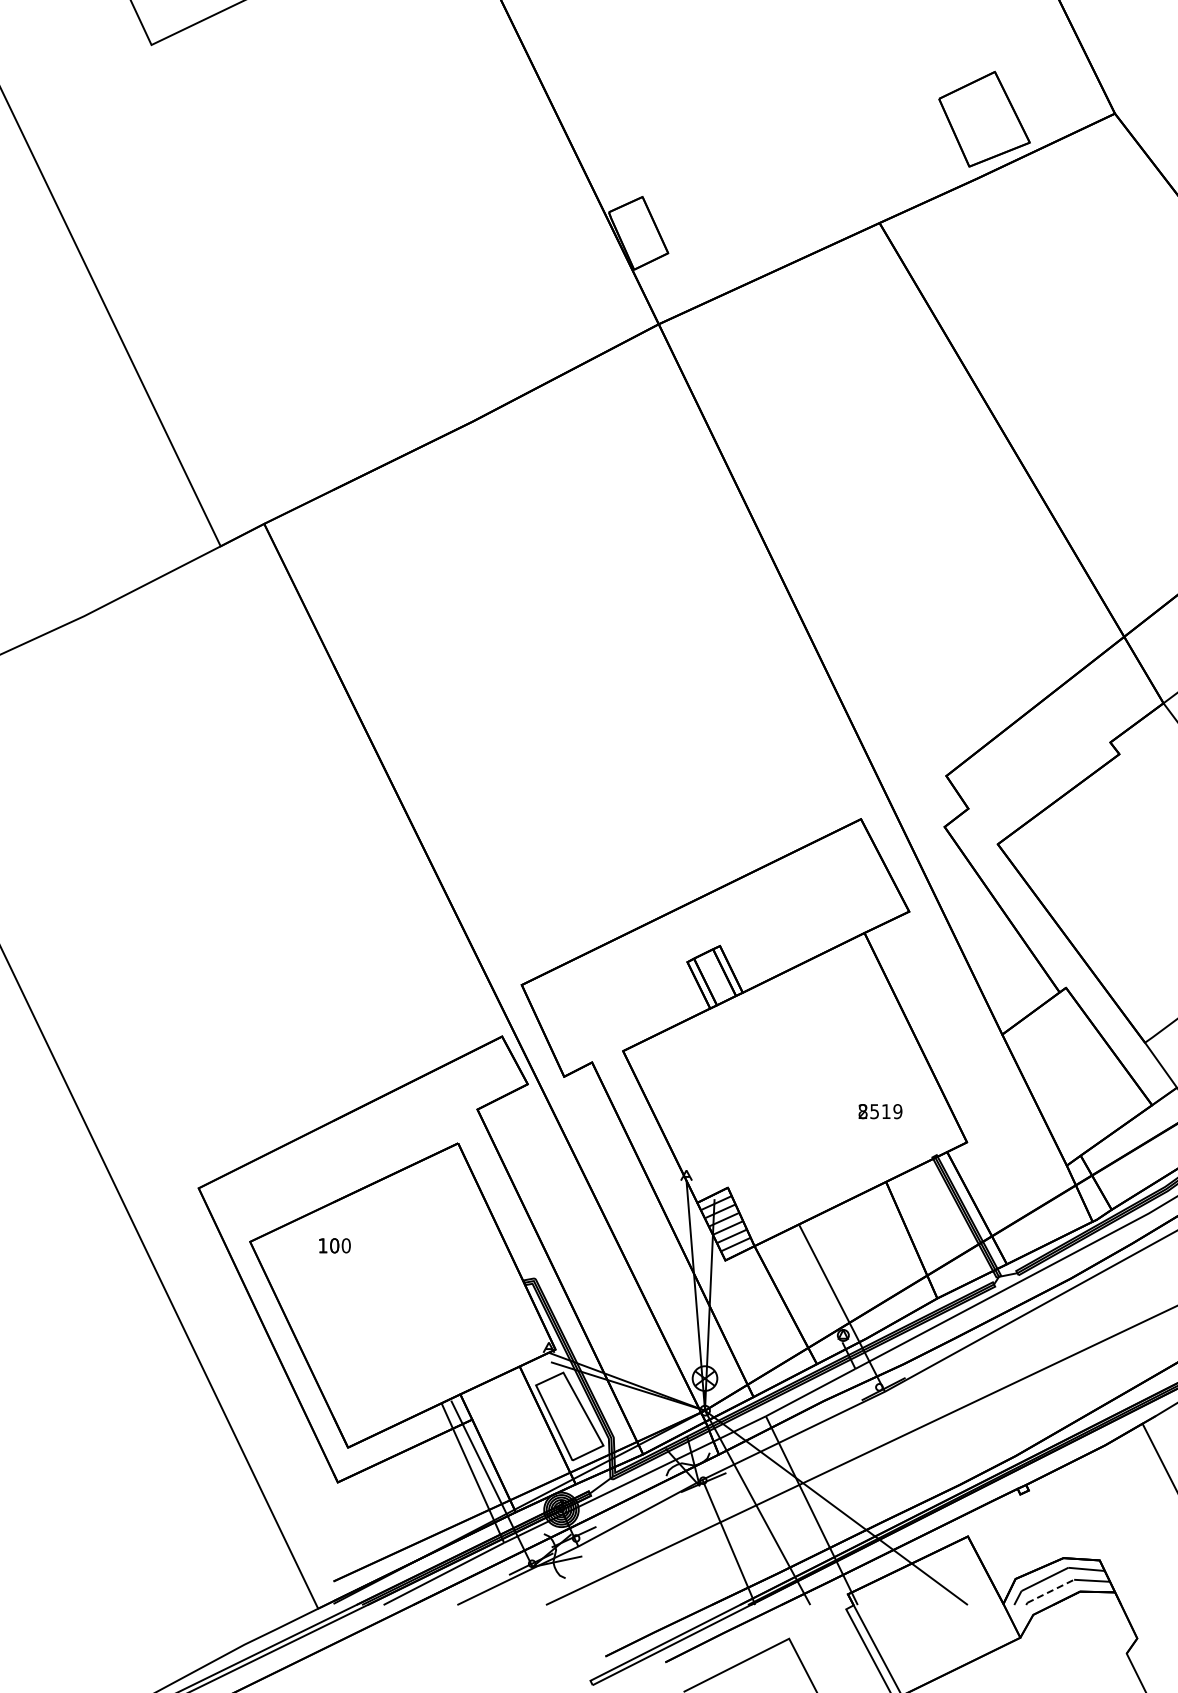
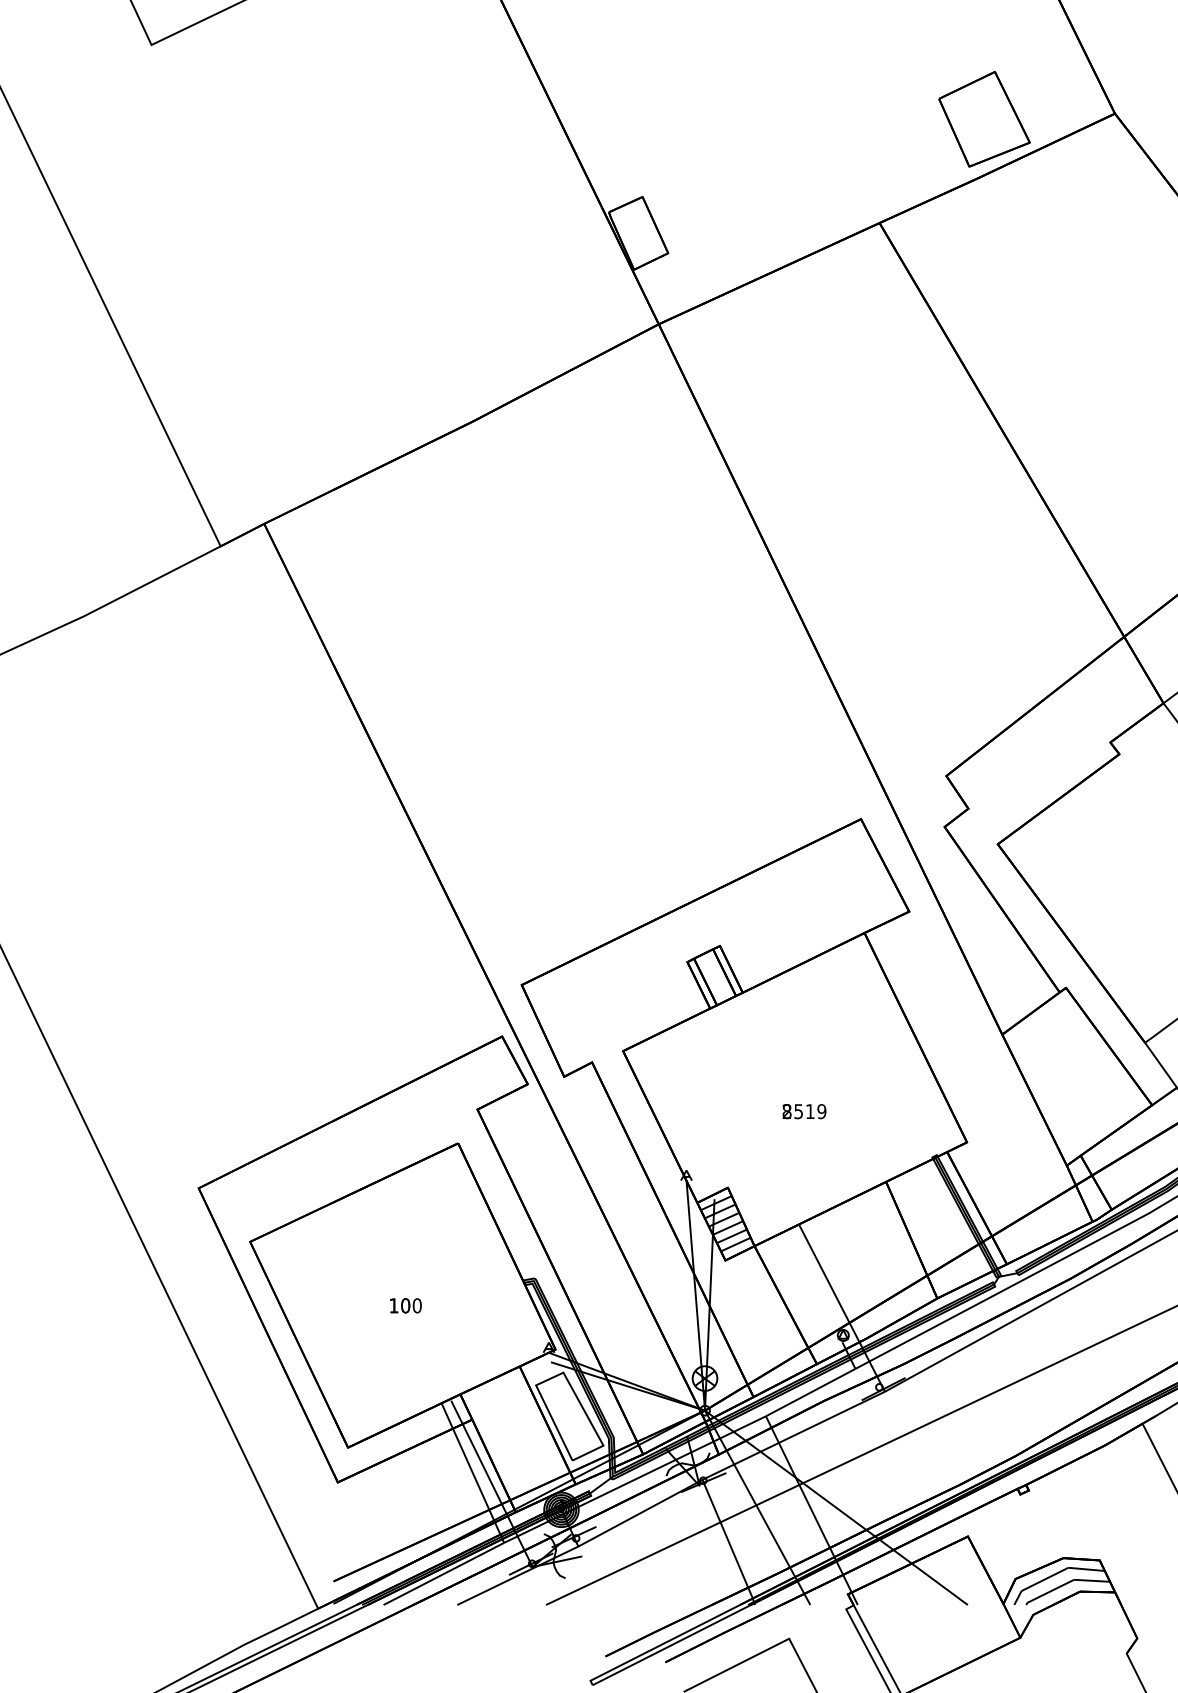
text at (880, 1111) position: (880, 1111) -> (804, 1111)
text at (334, 1245) position: (334, 1245) -> (405, 1305)
line at (1051, 1591): dashed -> solid
